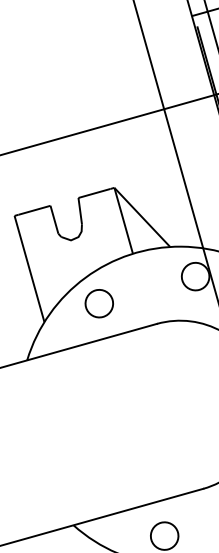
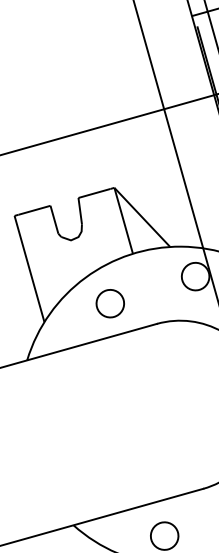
part at (98, 303) position: (98, 303) -> (109, 303)
